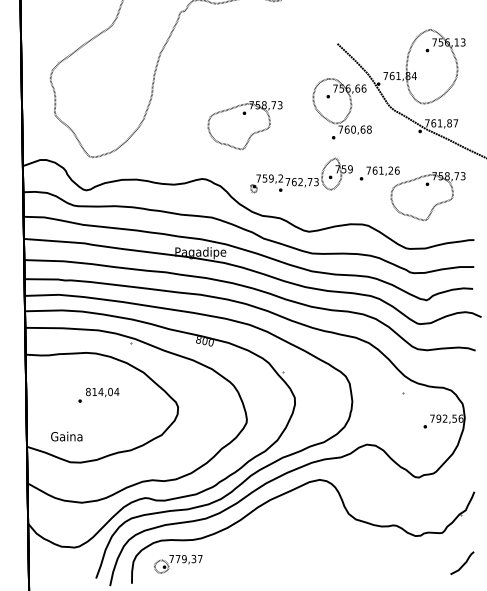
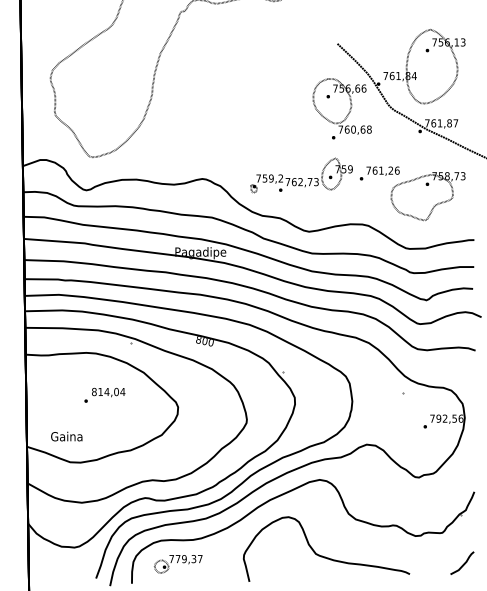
part at (244, 125): present -> none
text at (98, 394) position: (98, 394) -> (104, 394)
curve at (322, 555): none -> present
